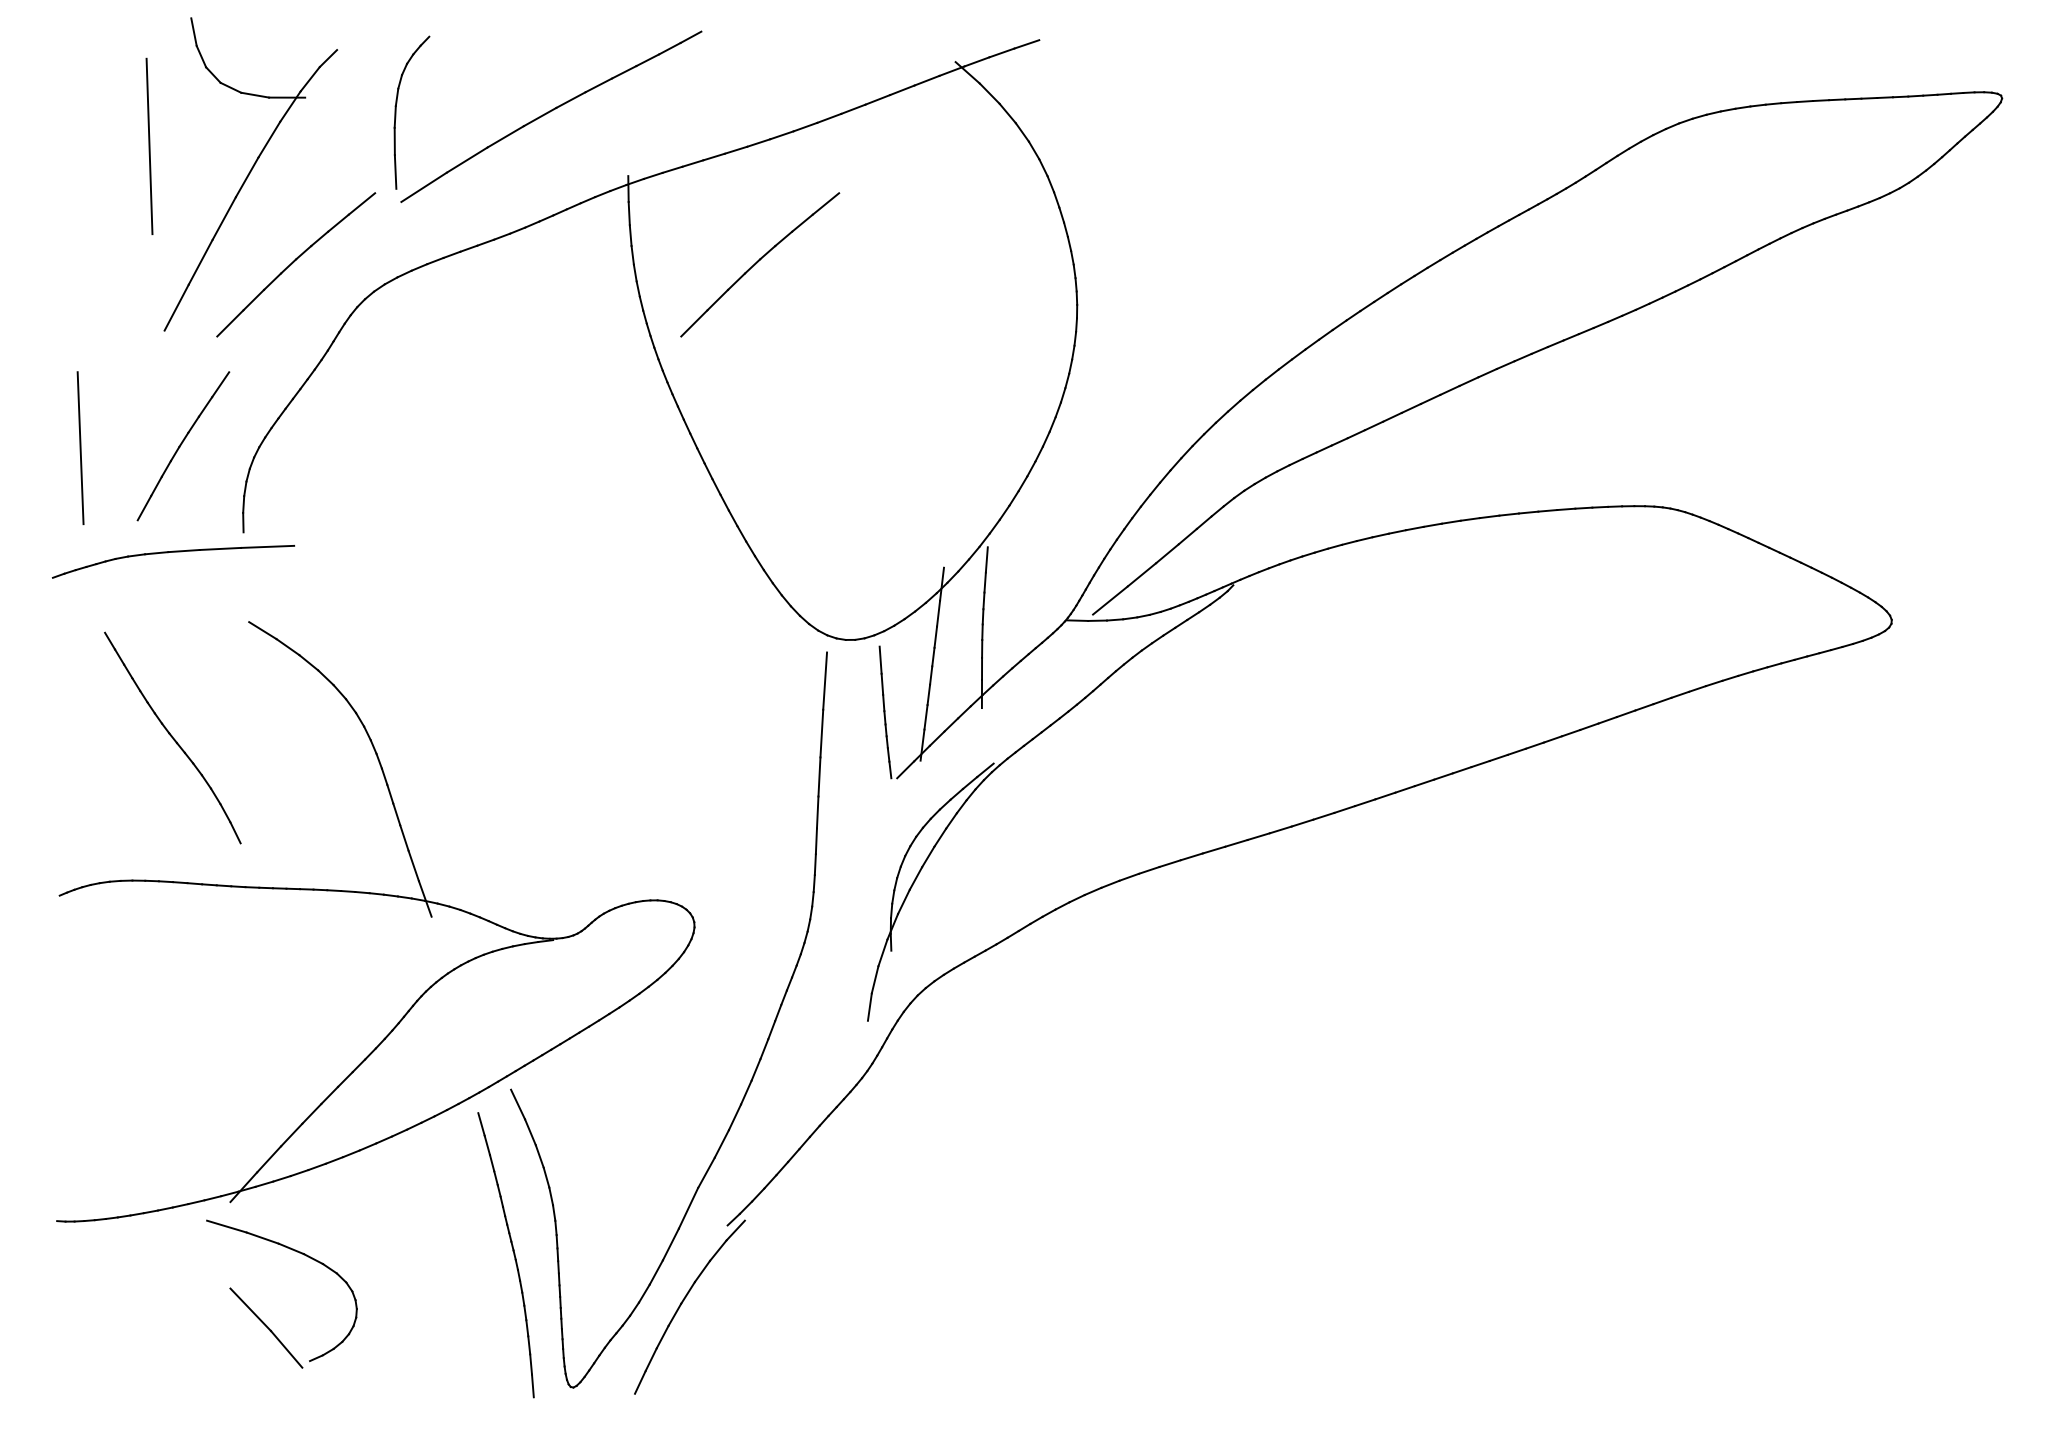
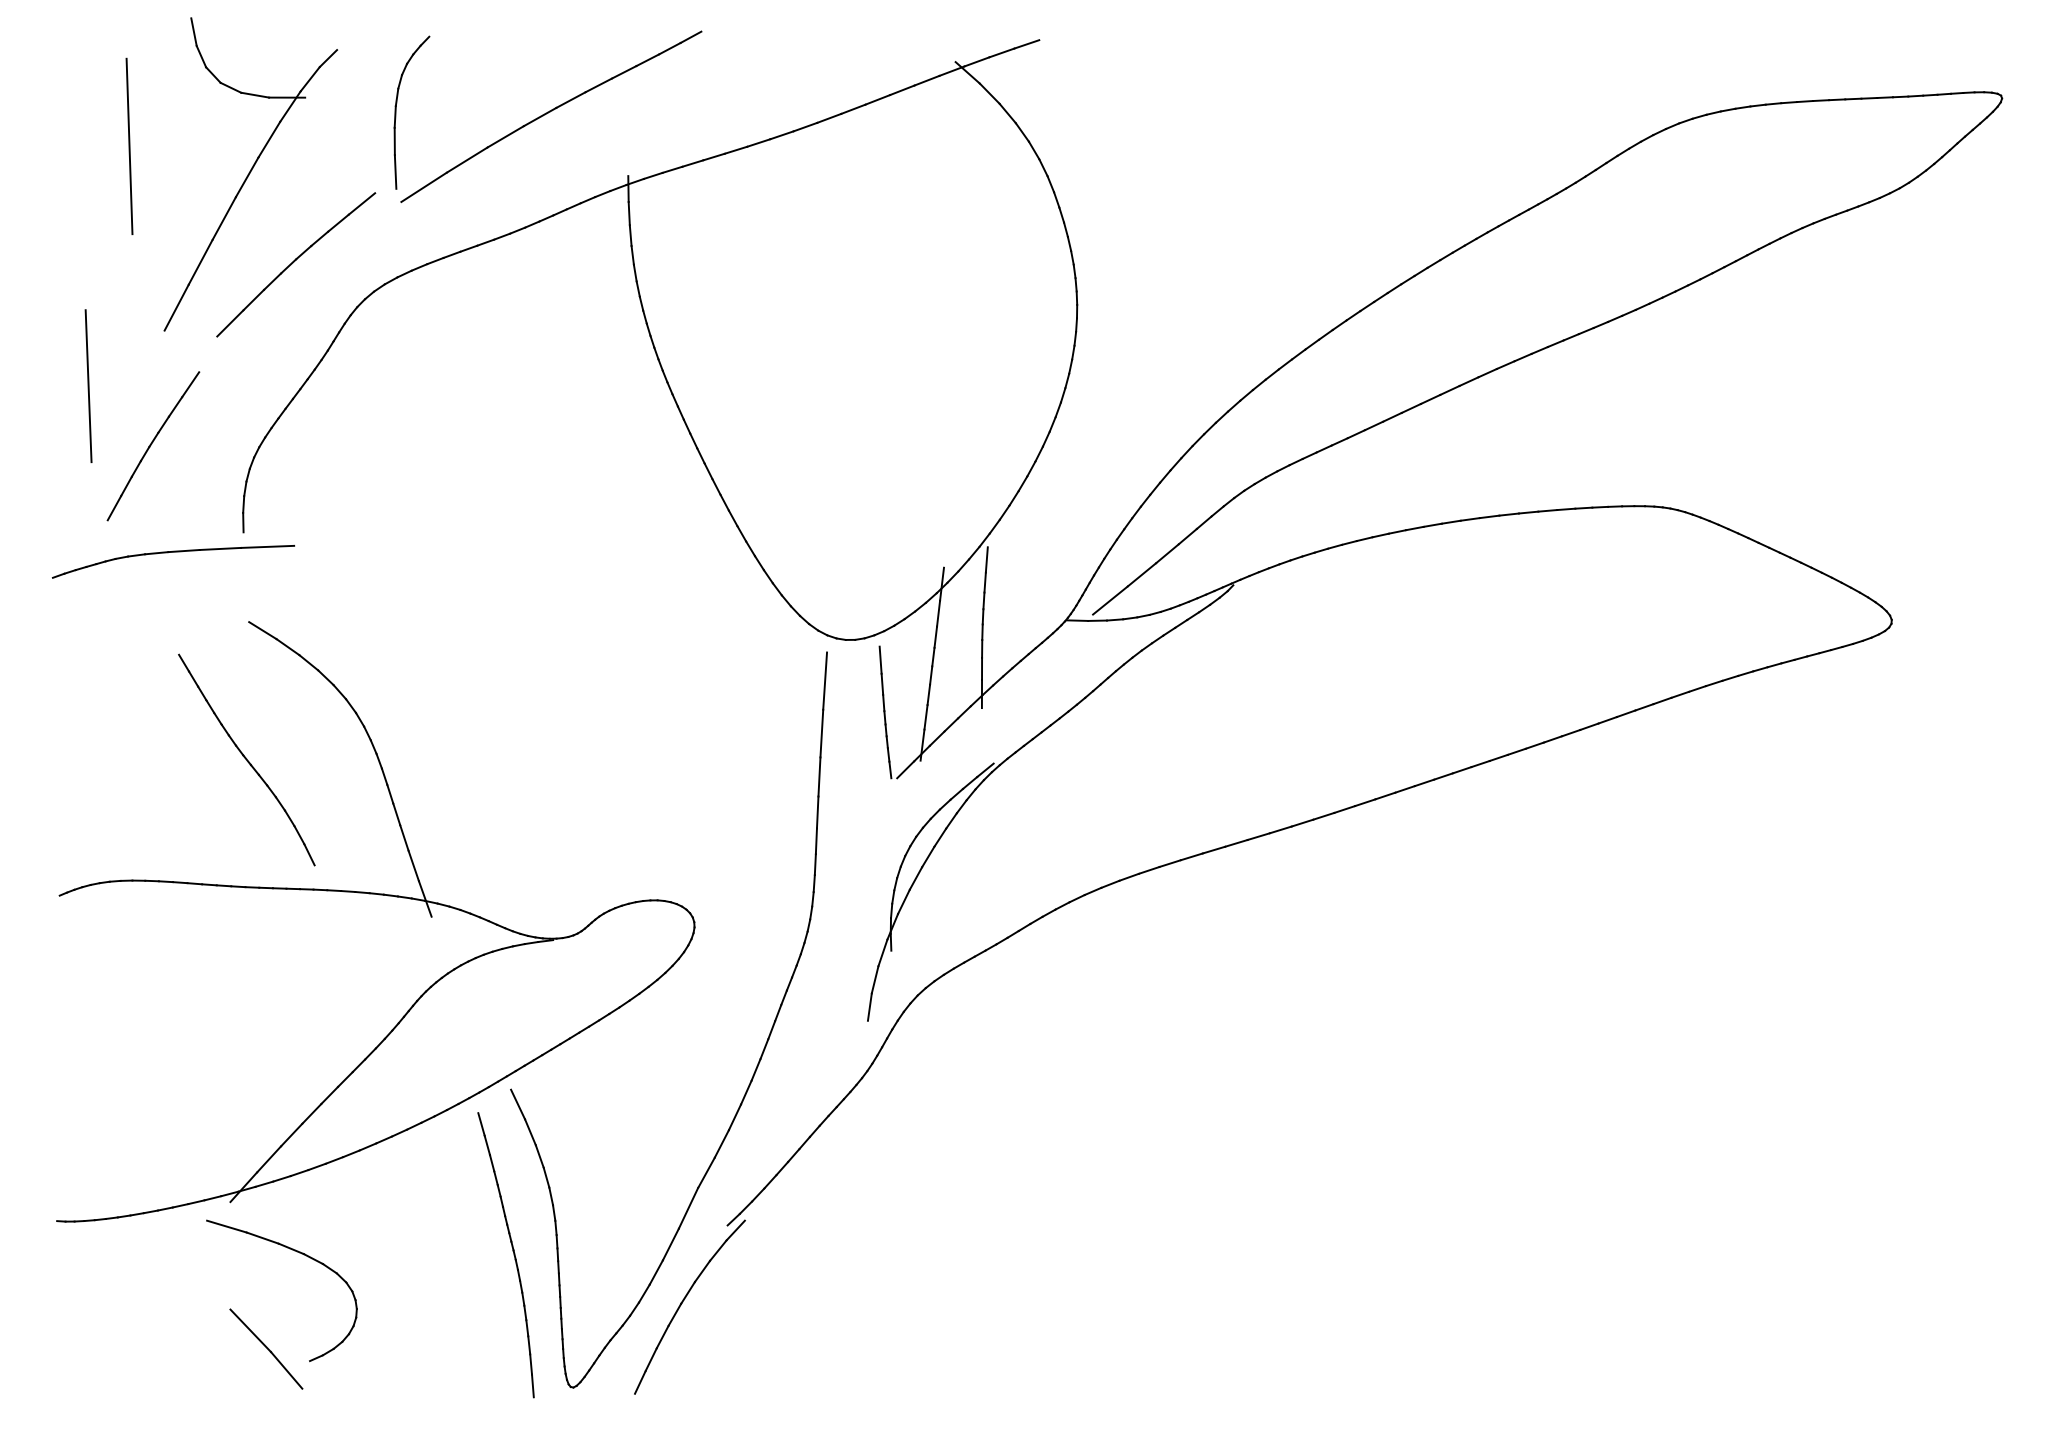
line at (149, 145) position: (149, 145) -> (129, 145)
part at (760, 264): present -> none
part at (183, 446) position: (183, 446) -> (153, 446)
line at (80, 447) position: (80, 447) -> (88, 385)
part at (172, 737) position: (172, 737) -> (246, 759)
part at (266, 1327) position: (266, 1327) -> (266, 1348)
